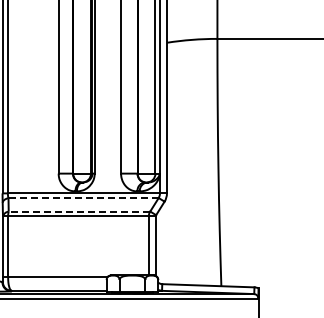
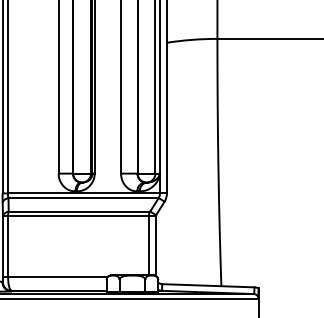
line at (84, 198): dashed -> solid
line at (79, 211): dashed -> solid
